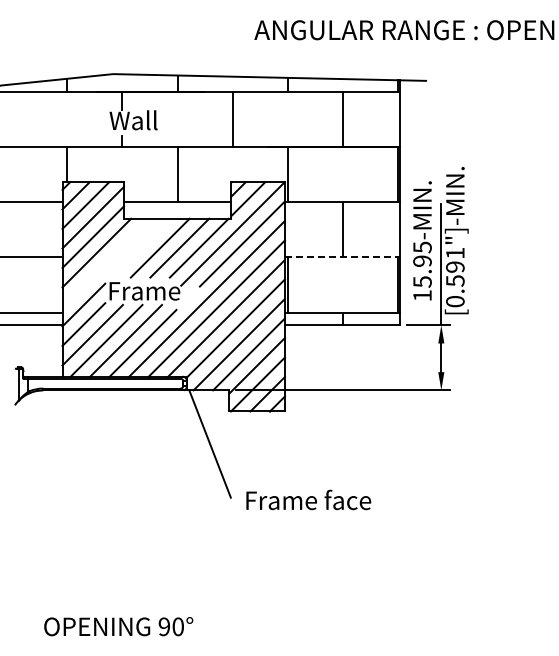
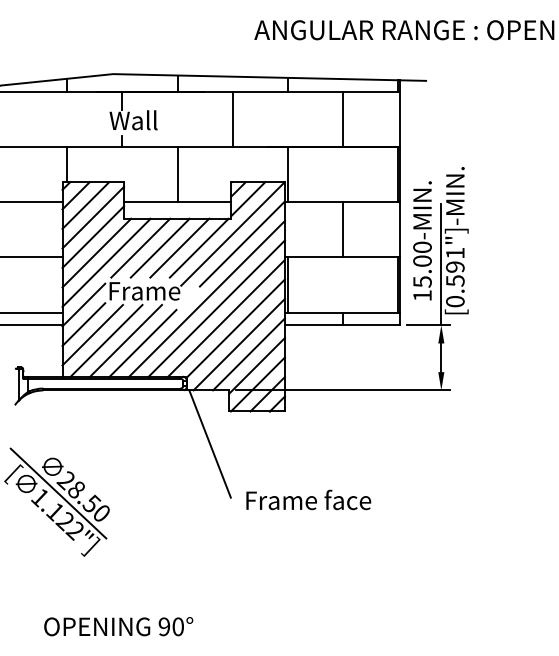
line at (140, 247): none -> present
text at (422, 253): 15.95-MIN. -> 15.00-MIN.
line at (342, 257): dashed -> solid
line at (106, 262): none -> present
part at (56, 501): none -> present
